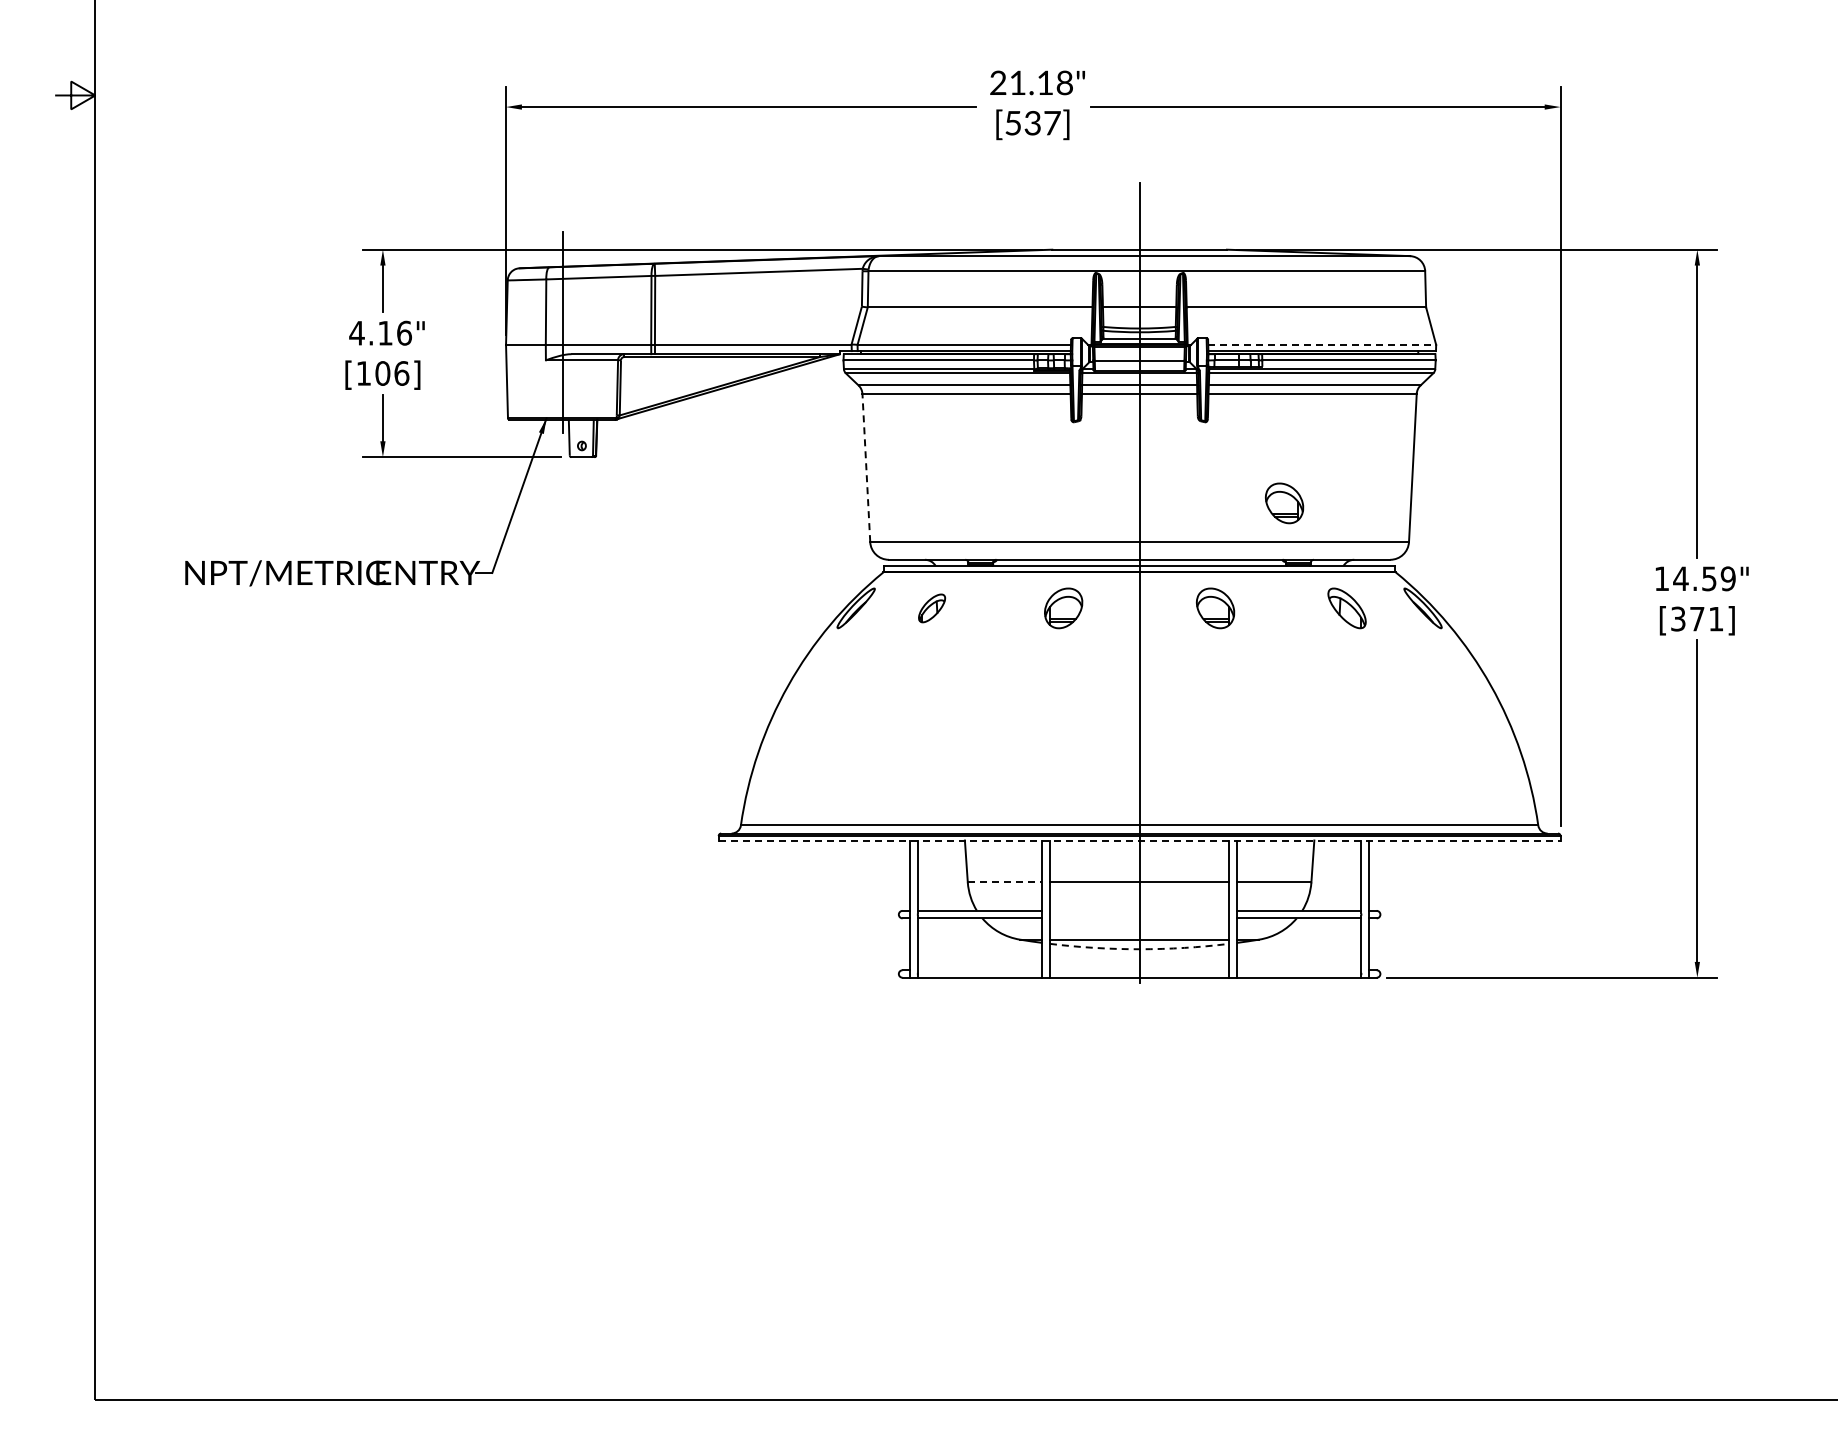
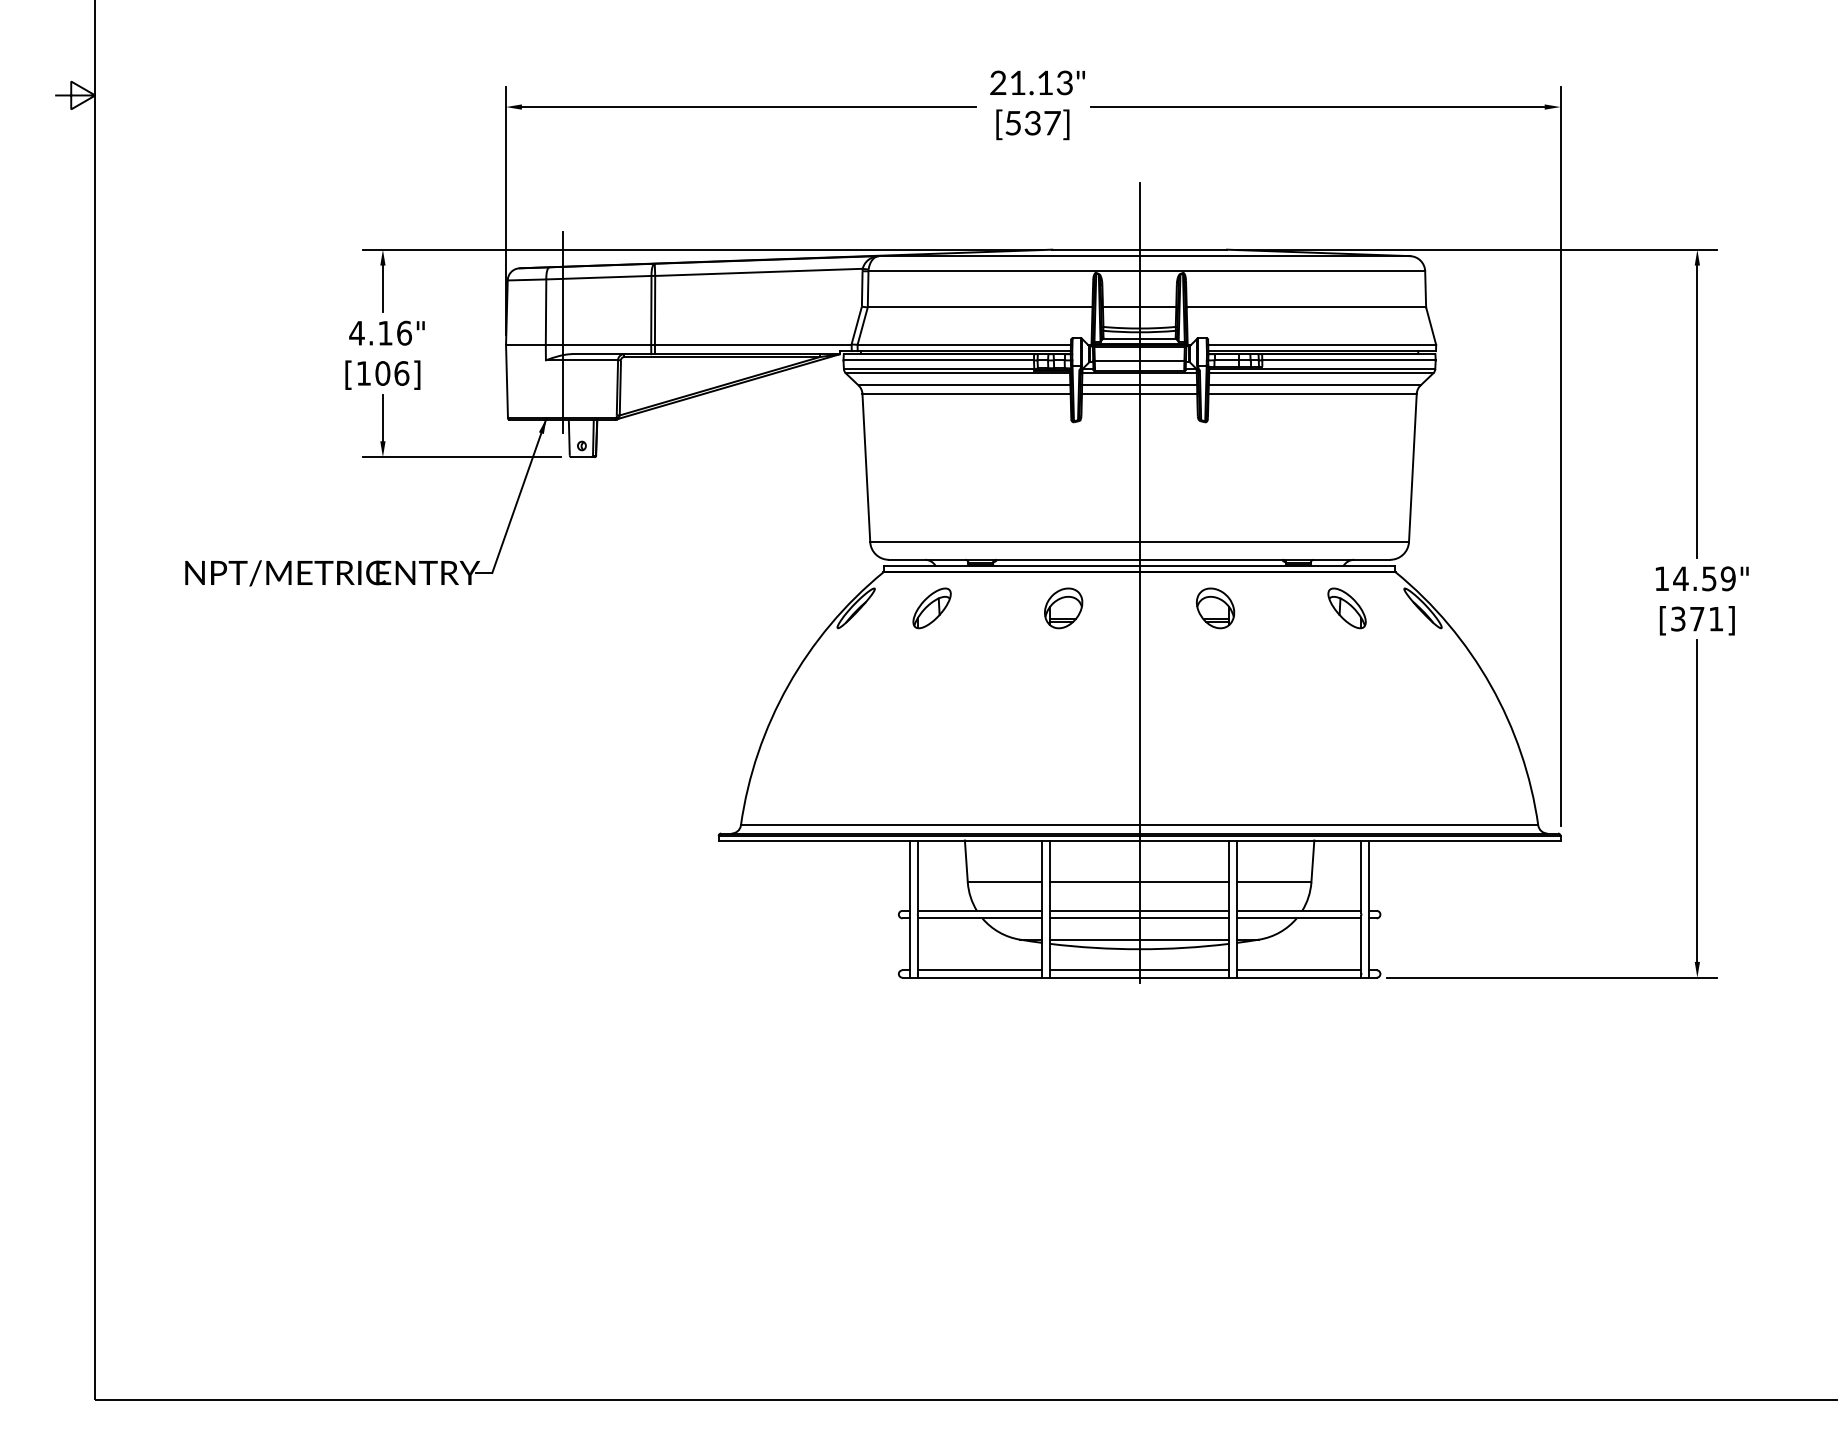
text at (1064, 82): 21.18" -> 21.13"
line at (1322, 344): dashed -> solid
line at (866, 467): dashed -> solid
part at (1284, 503): present -> none
part at (932, 608) size: 29x31 px -> 40x43 px
line at (1139, 840): dashed -> solid
line at (1005, 882): dashed -> solid
line at (1139, 910): none -> present
line at (1139, 918): none -> present
arc at (1139, 949): dashed -> solid
line at (979, 970): none -> present
line at (1139, 970): none -> present
line at (1298, 970): none -> present
